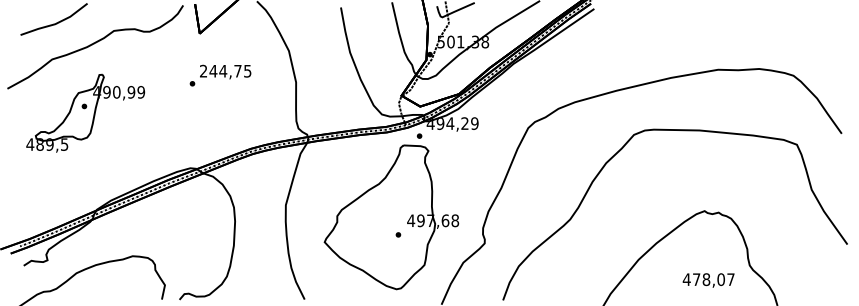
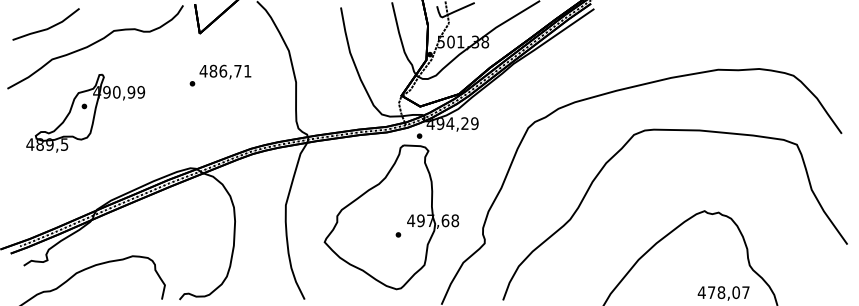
line at (53, 23) position: (53, 23) -> (45, 28)
text at (225, 70): 244,75 -> 486,71
text at (708, 280) position: (708, 280) -> (723, 293)
